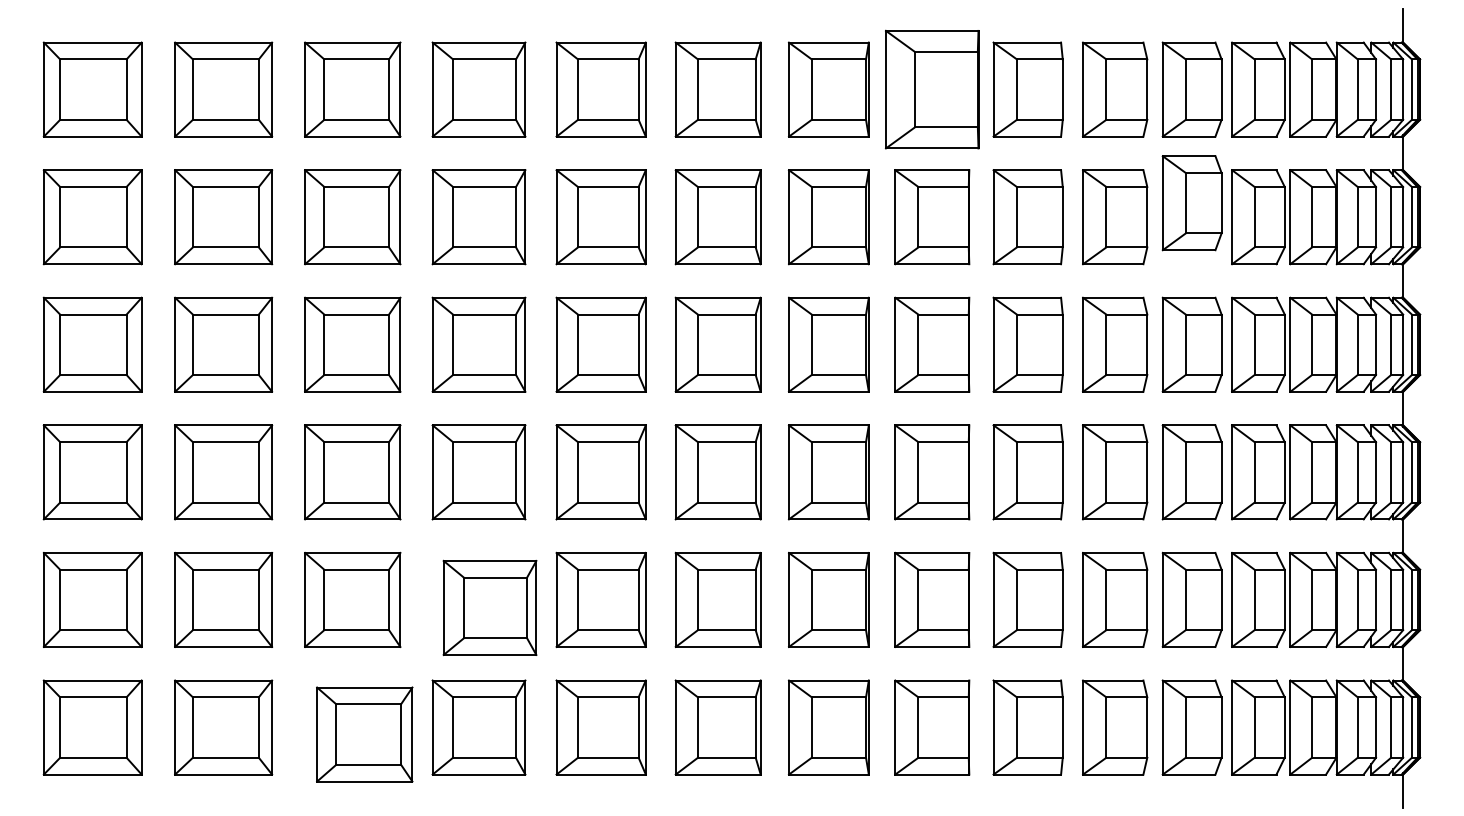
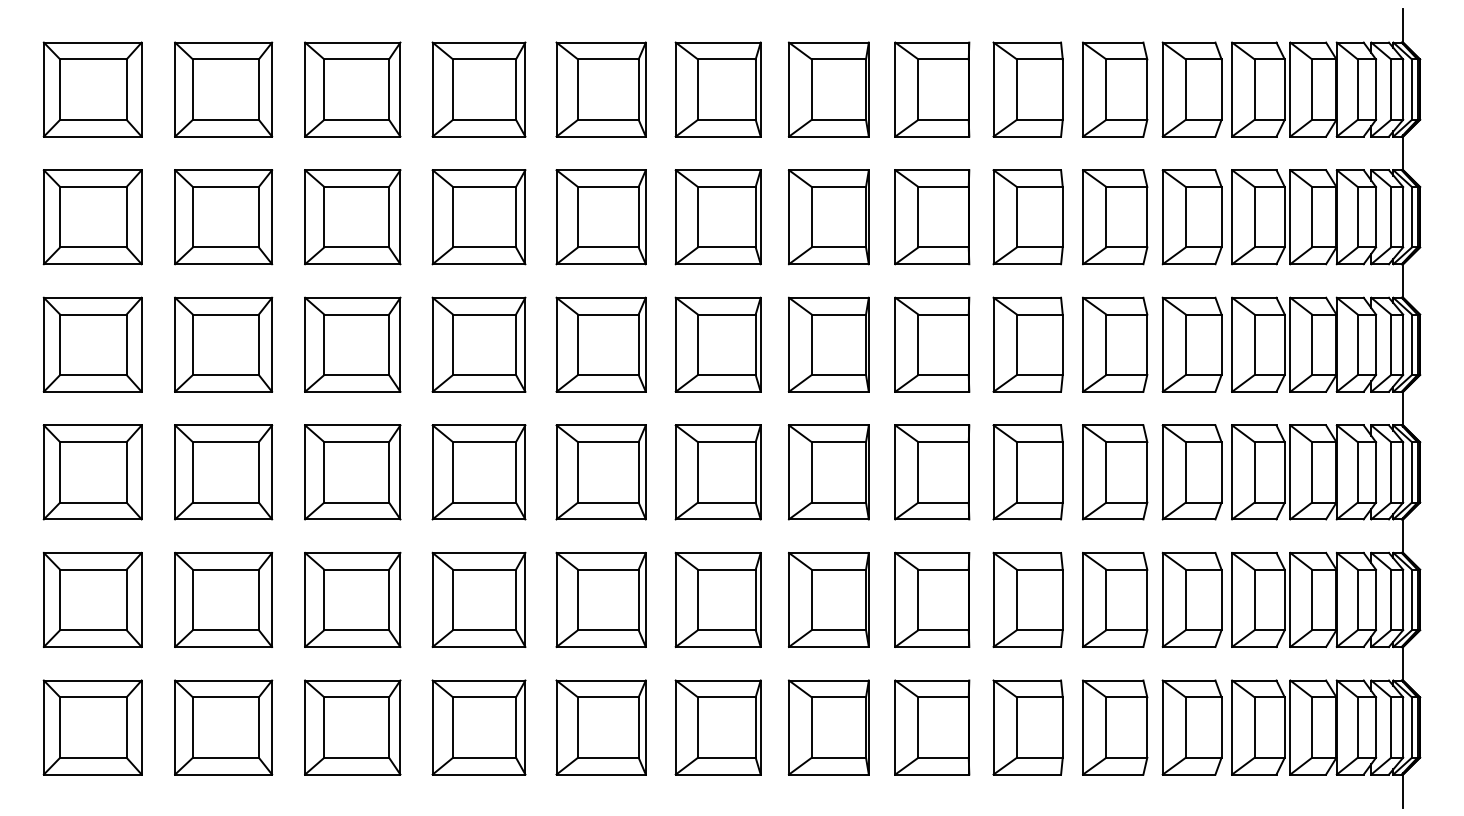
part at (932, 89) size: 95x121 px -> 77x97 px
part at (1191, 203) position: (1191, 203) -> (1191, 217)
part at (489, 607) position: (489, 607) -> (478, 599)
part at (364, 734) position: (364, 734) -> (352, 727)
